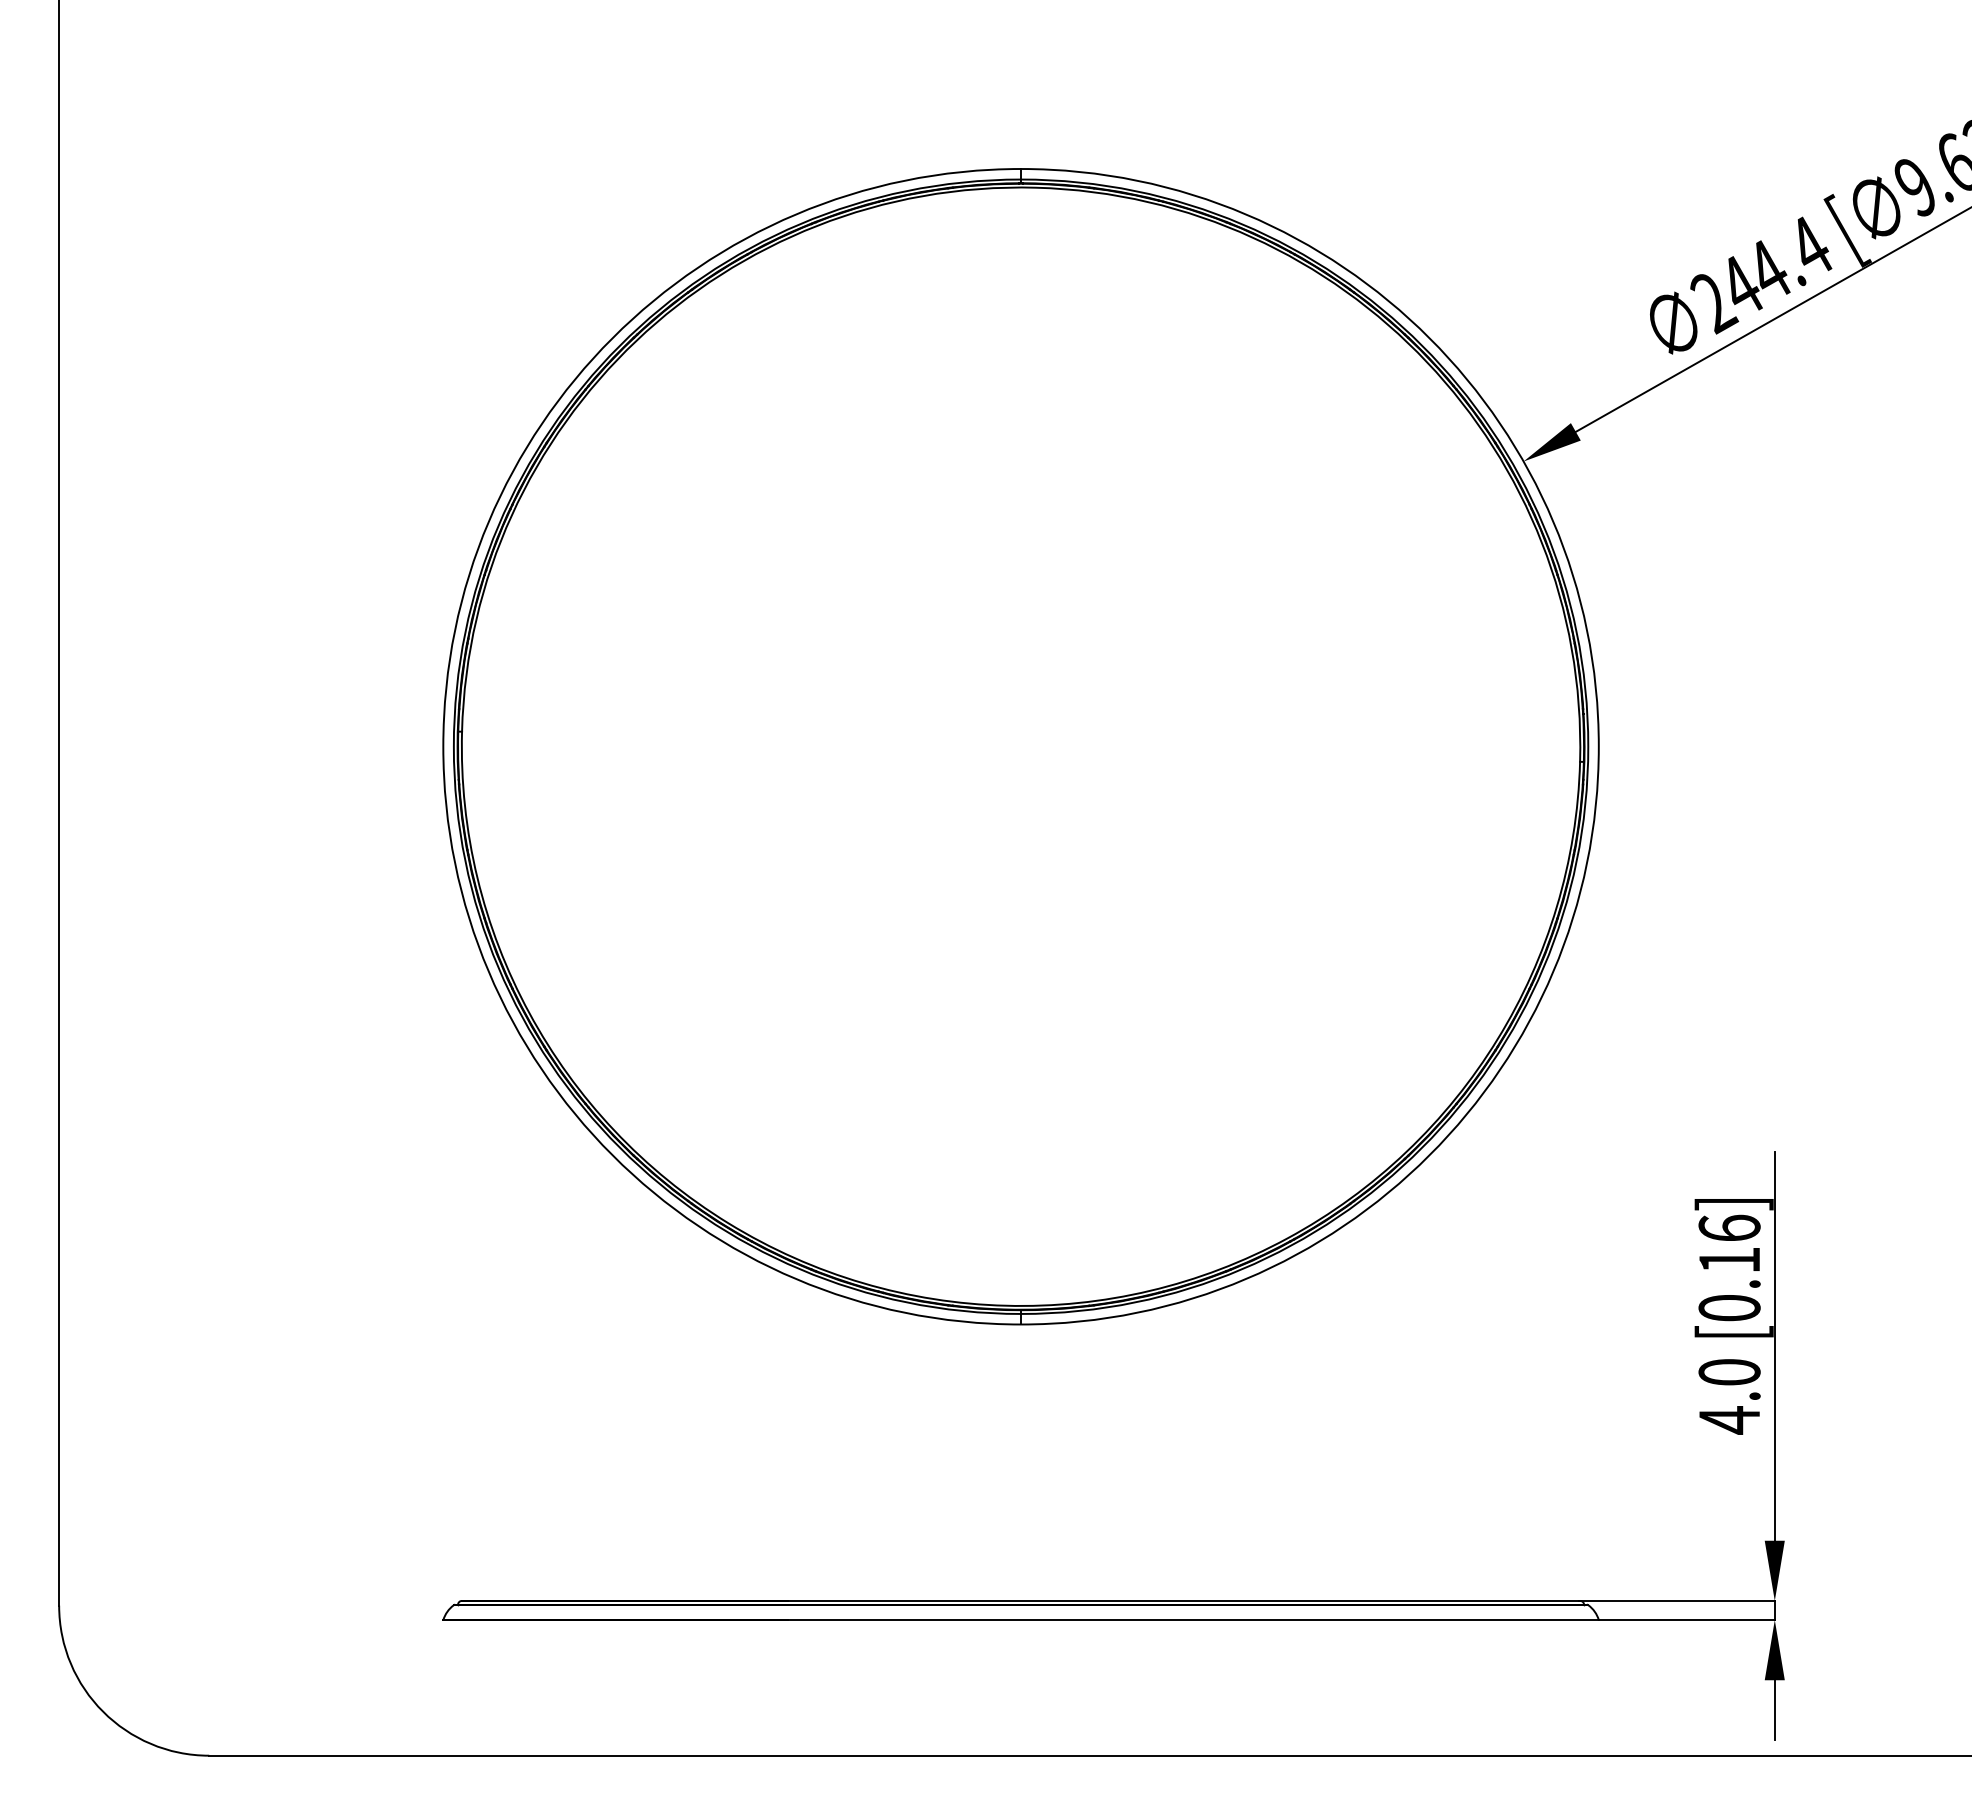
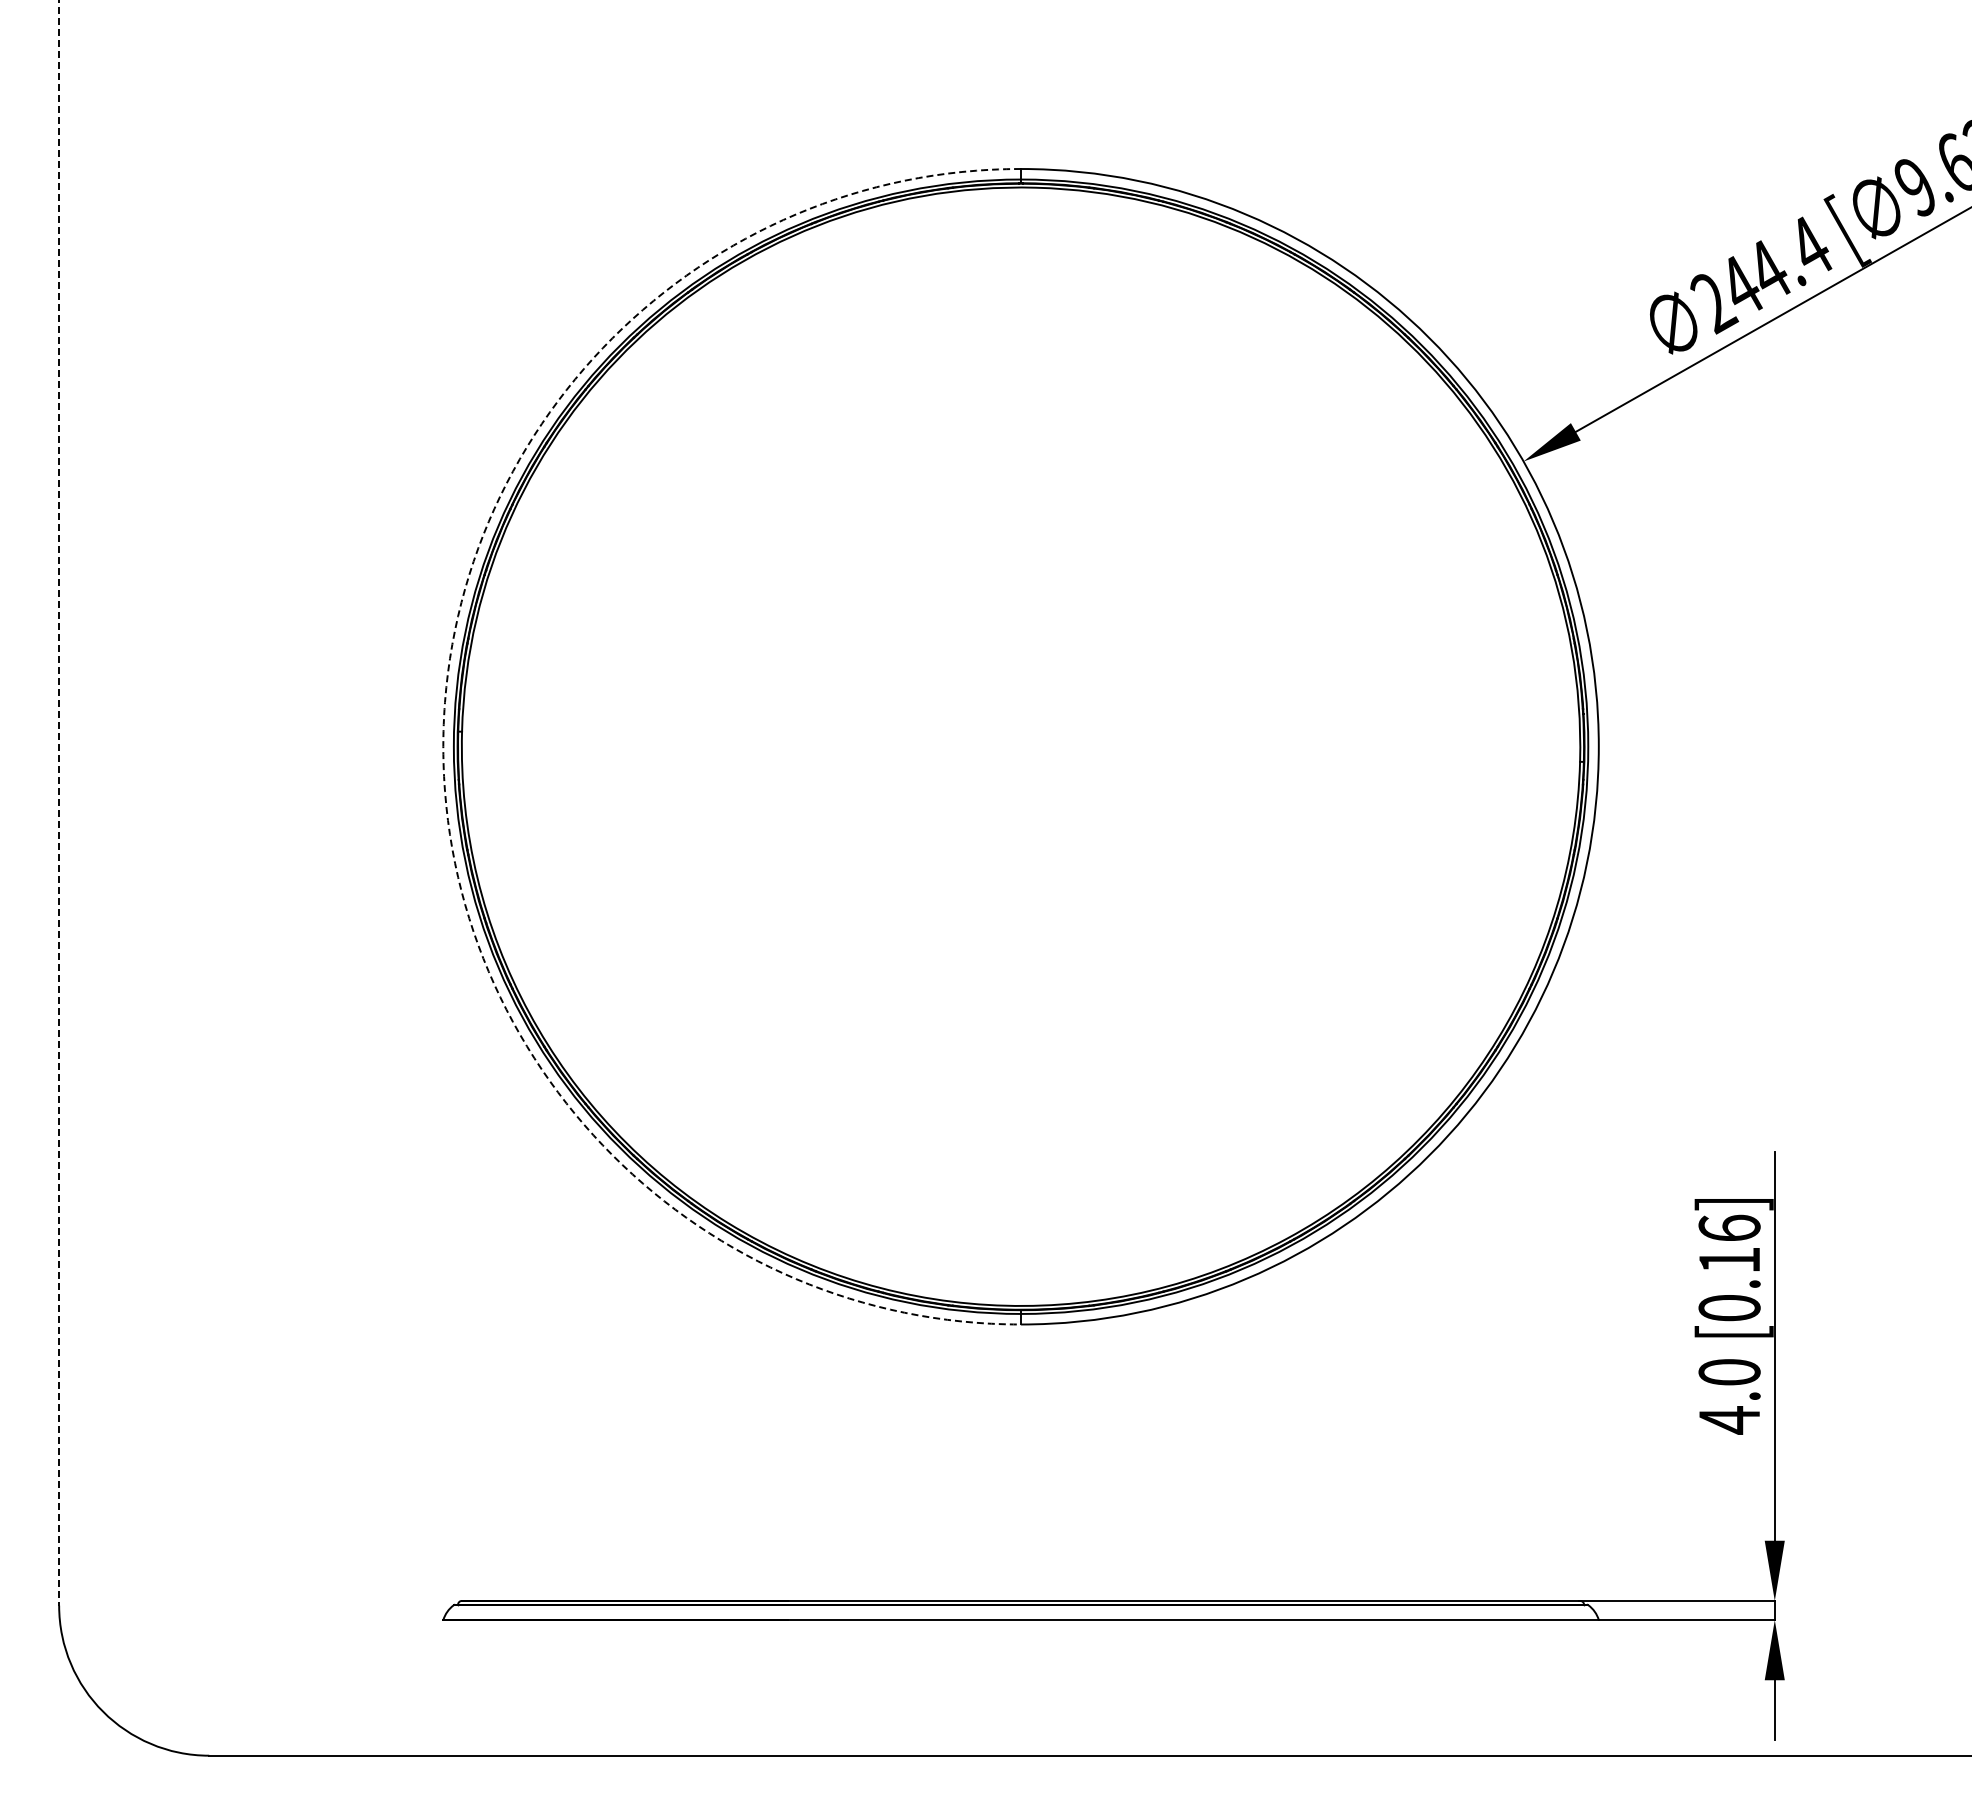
arc at (443, 746): solid -> dashed
line at (59, 802): solid -> dashed
